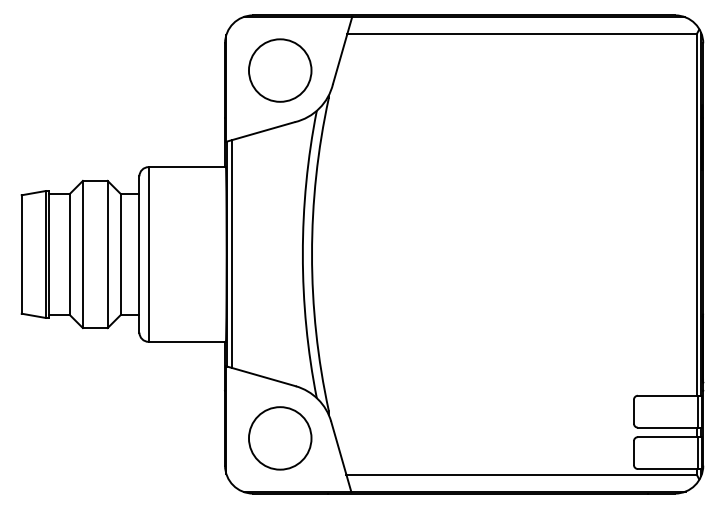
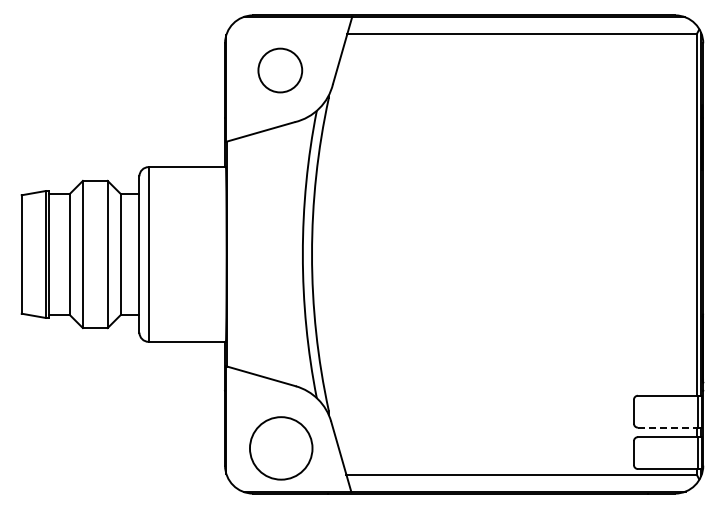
circle at (280, 70) size: 65x65 px -> 47x47 px
line at (231, 253): present -> none
line at (667, 427): solid -> dashed
circle at (280, 438) position: (280, 438) -> (281, 448)
